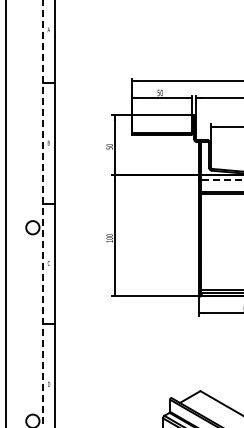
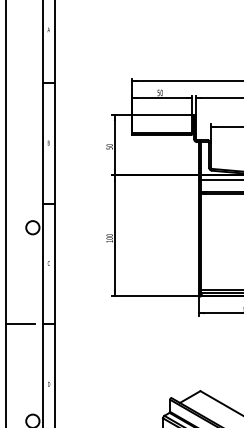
line at (221, 179): dashed -> solid
line at (42, 214): dashed -> solid
line at (20, 324): none -> present
